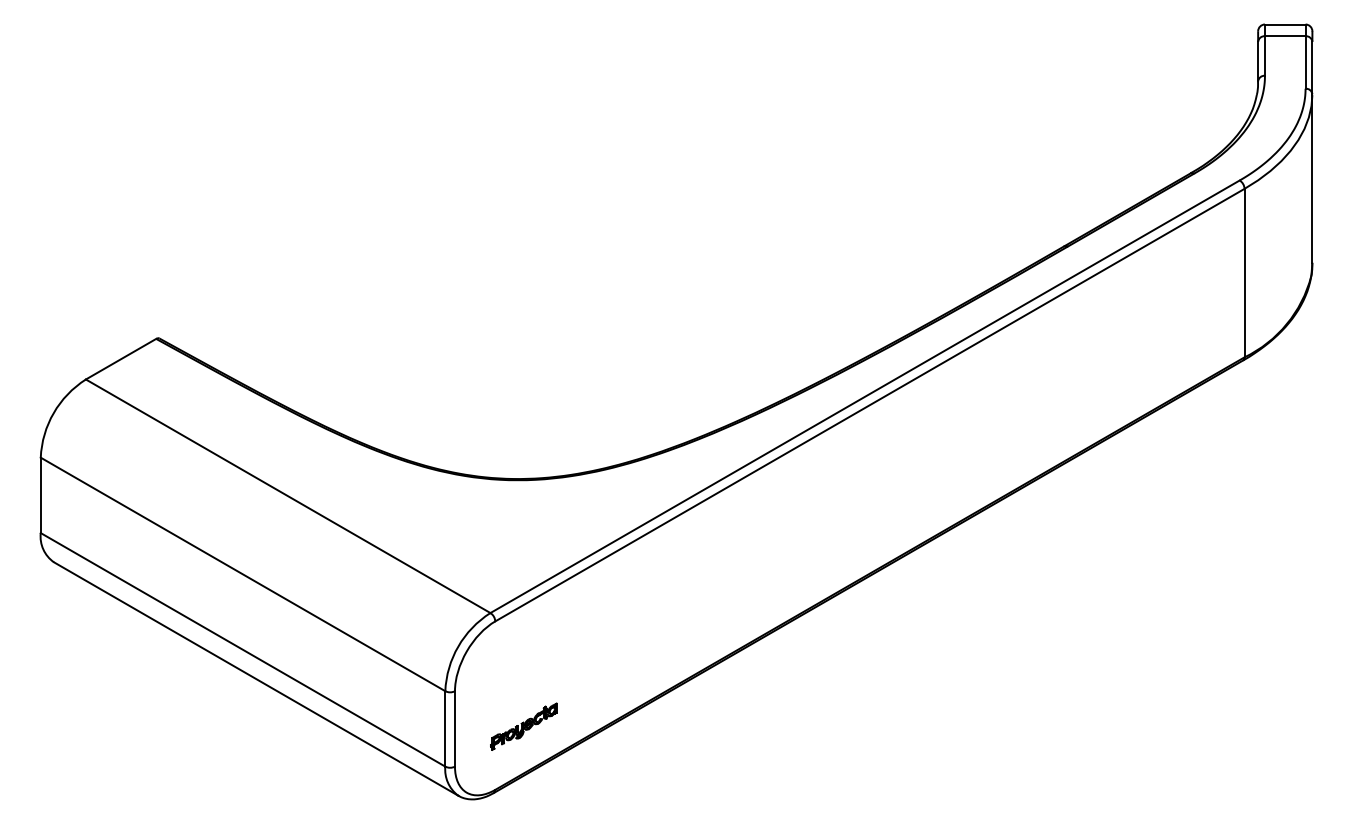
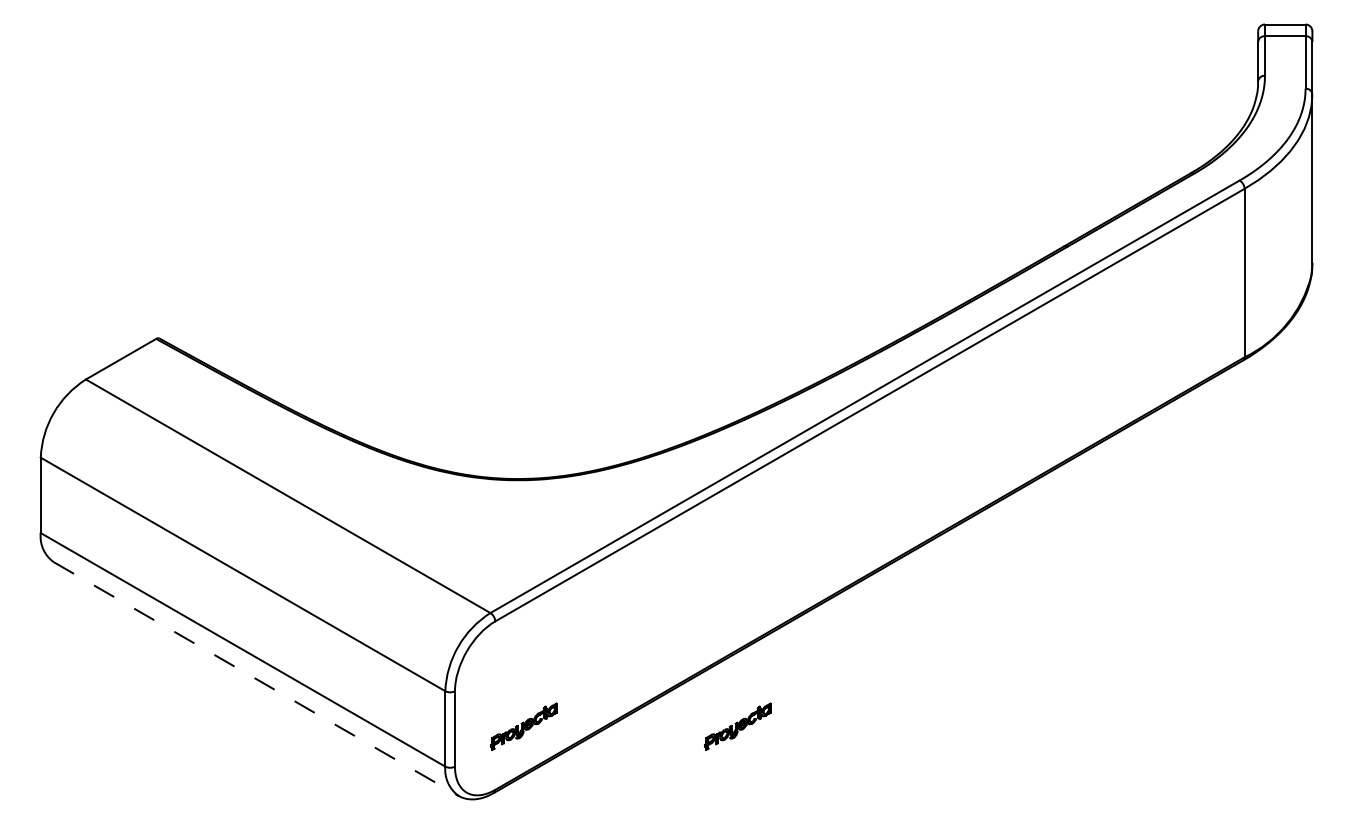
line at (256, 679): solid -> dashed
part at (737, 726): none -> present
